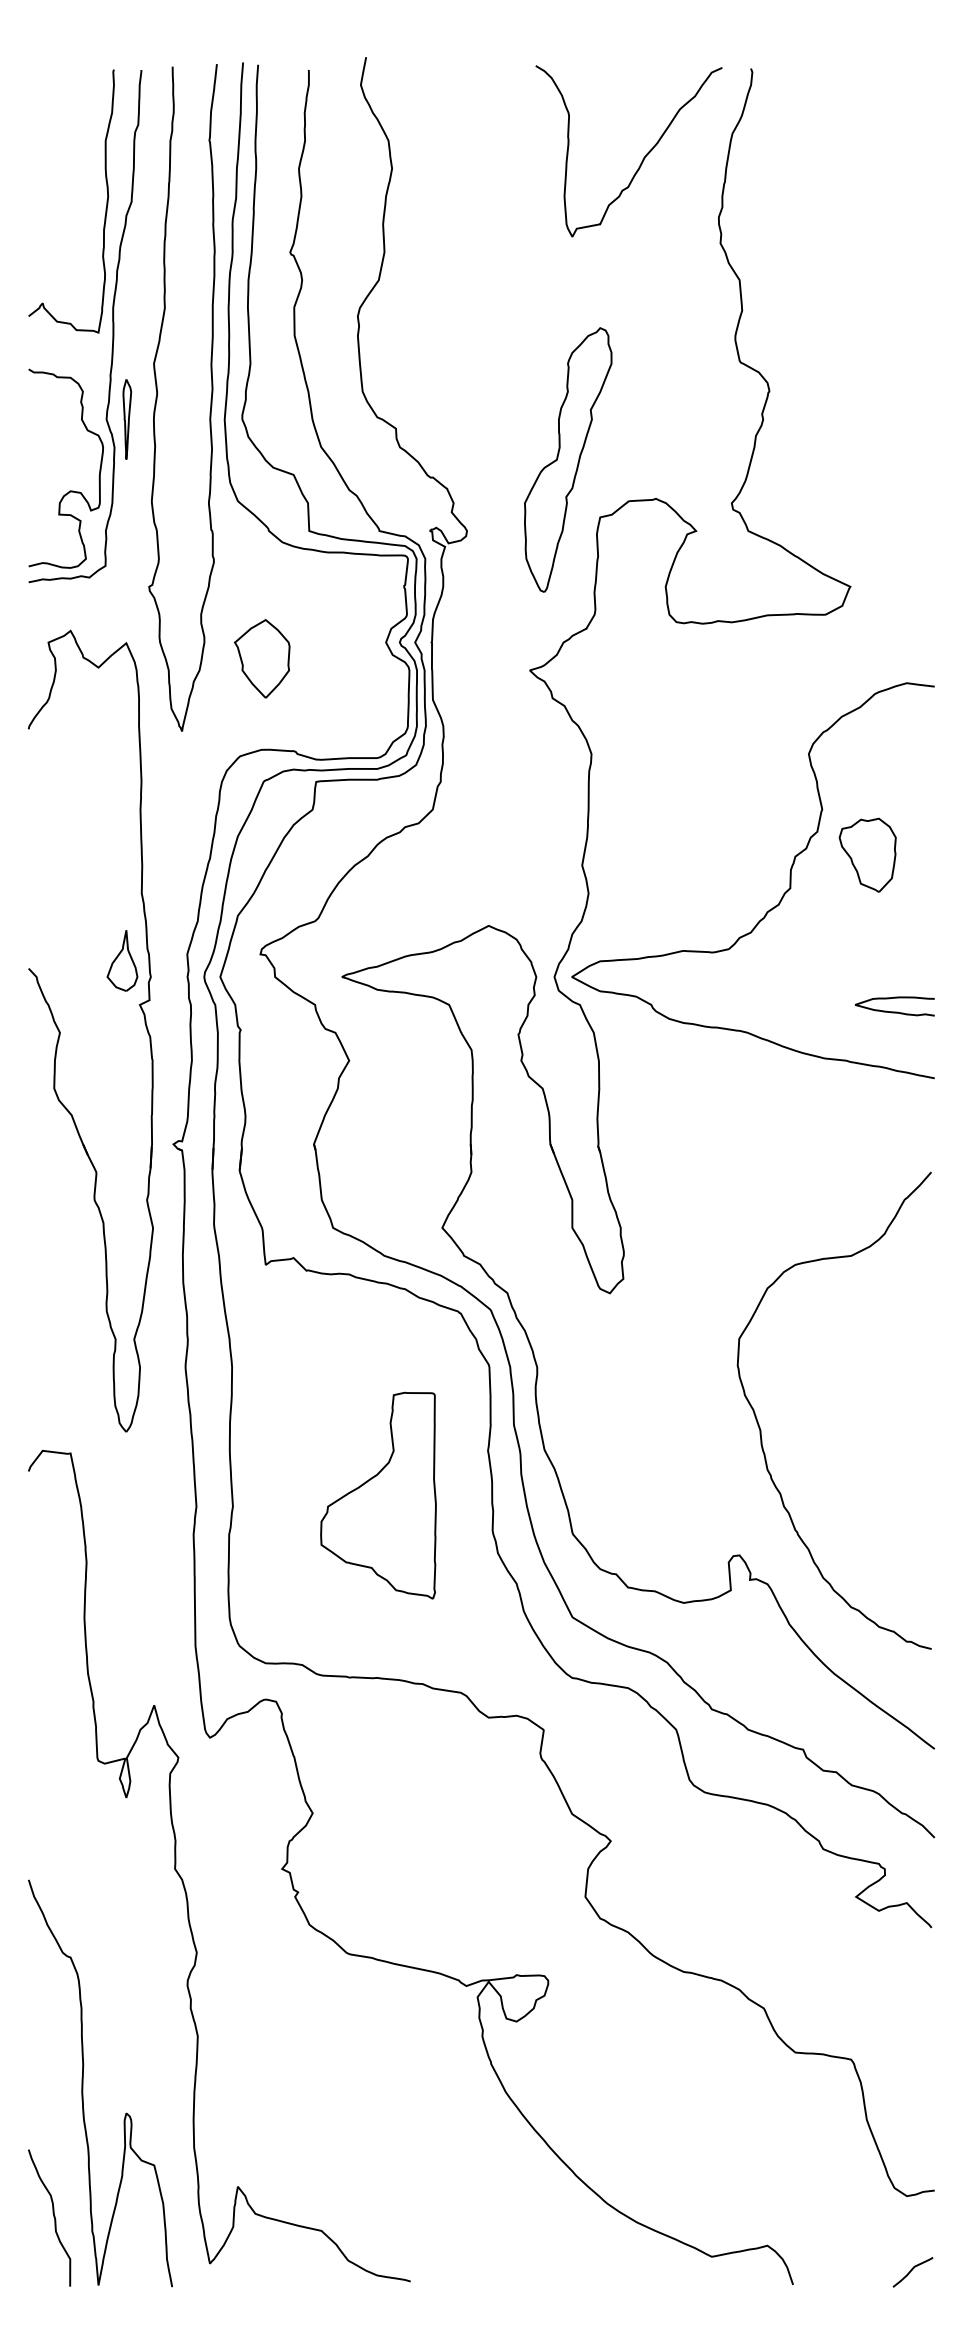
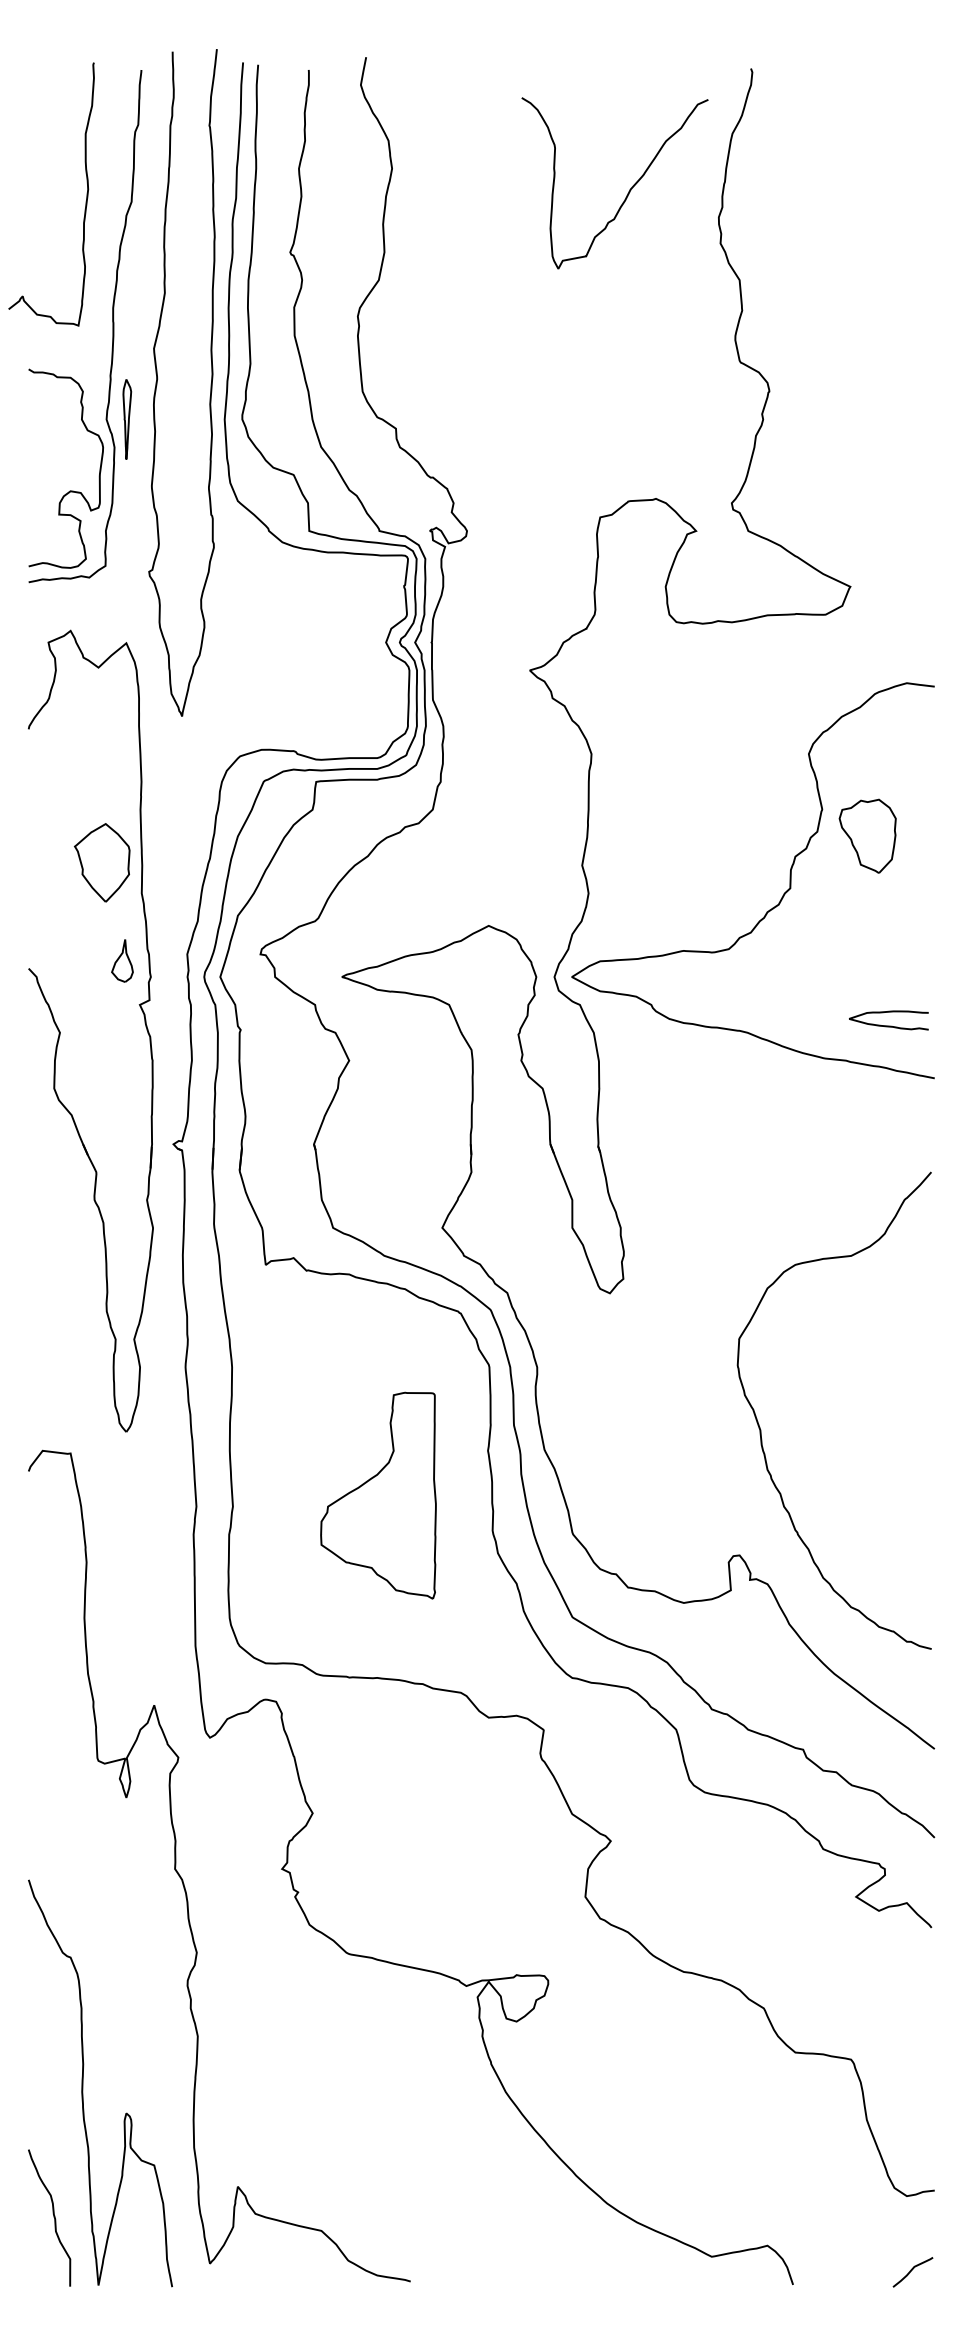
curve at (642, 159) position: (642, 159) -> (628, 191)
curve at (105, 208) position: (105, 208) -> (85, 201)
curve at (158, 394) position: (158, 394) -> (158, 379)
part at (568, 459): present -> none
part at (261, 658) position: (261, 658) -> (101, 862)
part at (867, 854) position: (867, 854) -> (867, 835)
part at (122, 960) size: 33x62 px -> 23x44 px
curve at (894, 1011) position: (894, 1011) -> (888, 1025)
